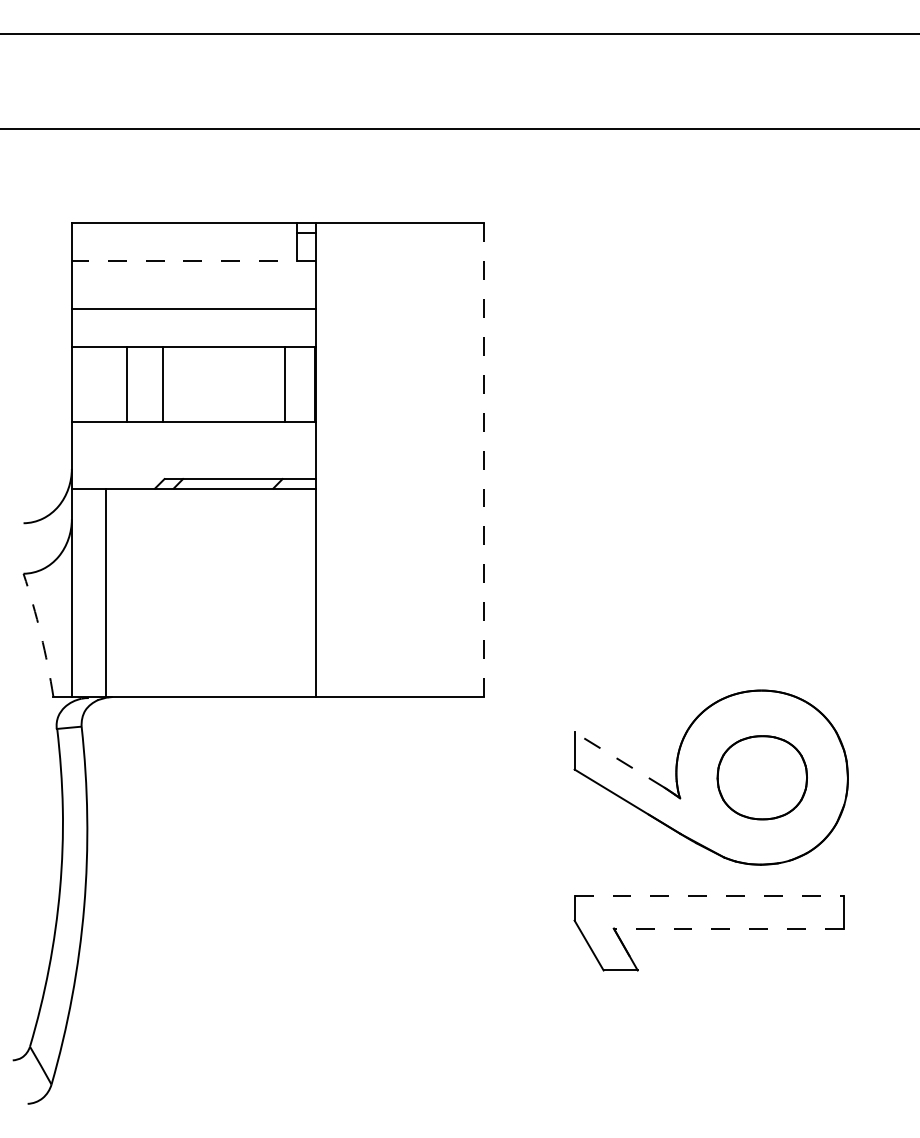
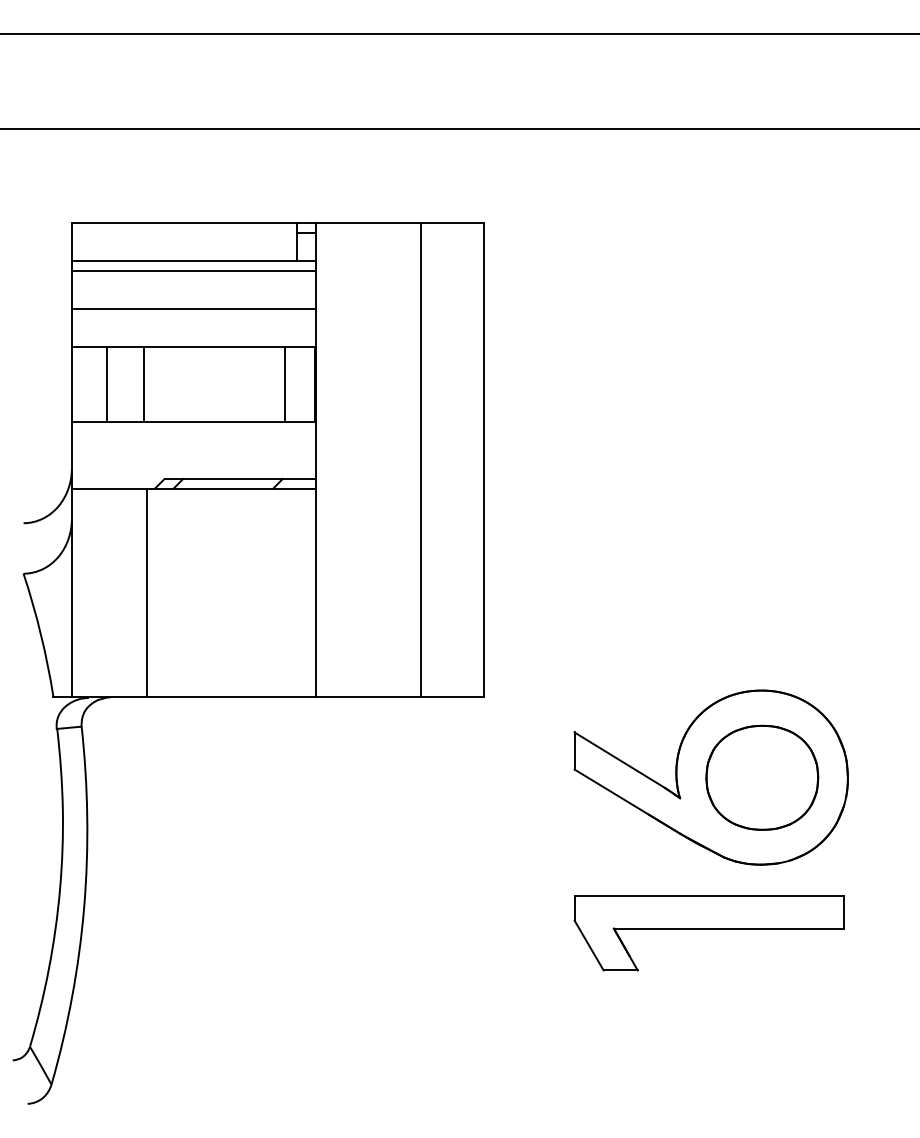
line at (193, 261): dashed -> solid
line at (193, 270): none -> present
line at (127, 384) position: (127, 384) -> (107, 384)
line at (162, 384) position: (162, 384) -> (143, 384)
line at (420, 459): none -> present
line at (484, 460): dashed -> solid
line at (106, 592) position: (106, 592) -> (147, 592)
arc at (40, 634): dashed -> solid
line at (619, 759): dashed -> solid
part at (761, 777) size: 92x86 px -> 115x107 px
line at (709, 895): dashed -> solid
line at (728, 928): dashed -> solid
